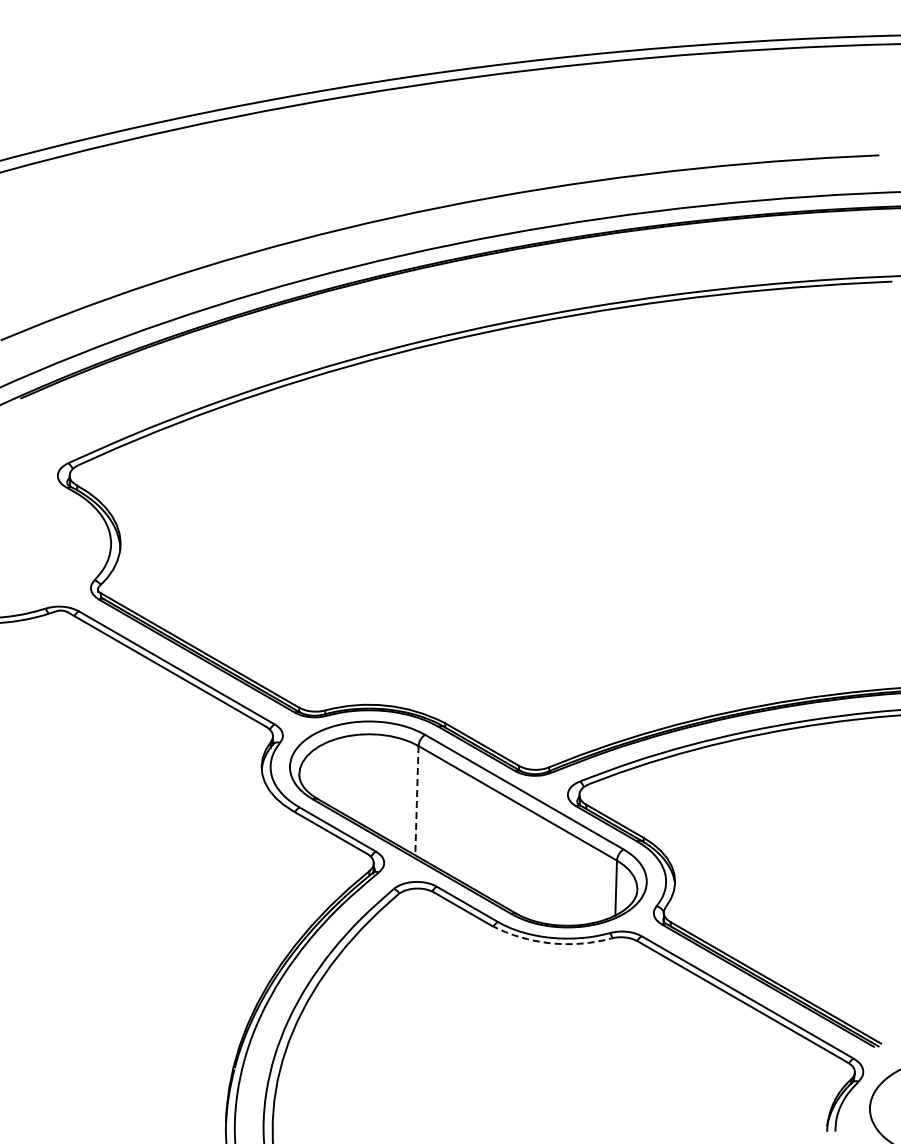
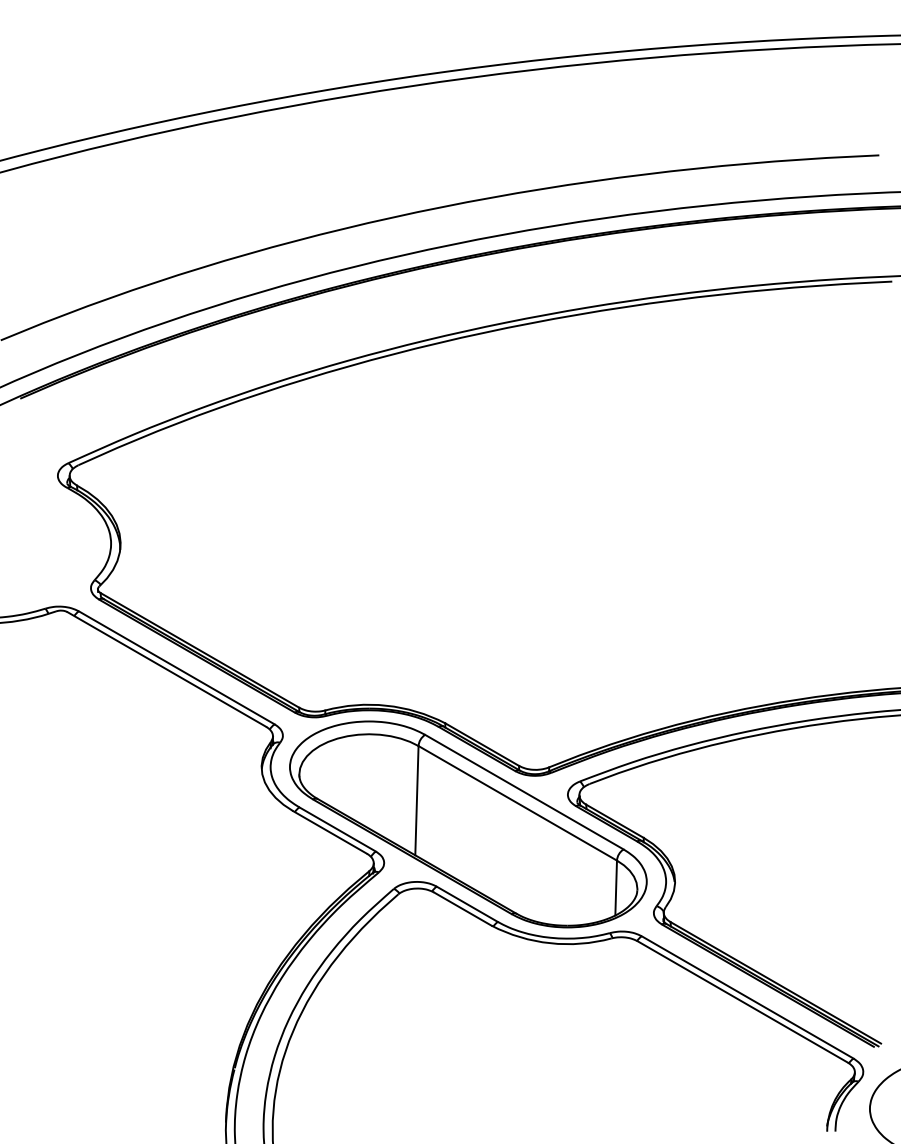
line at (416, 800): dashed -> solid
arc at (550, 943): dashed -> solid
